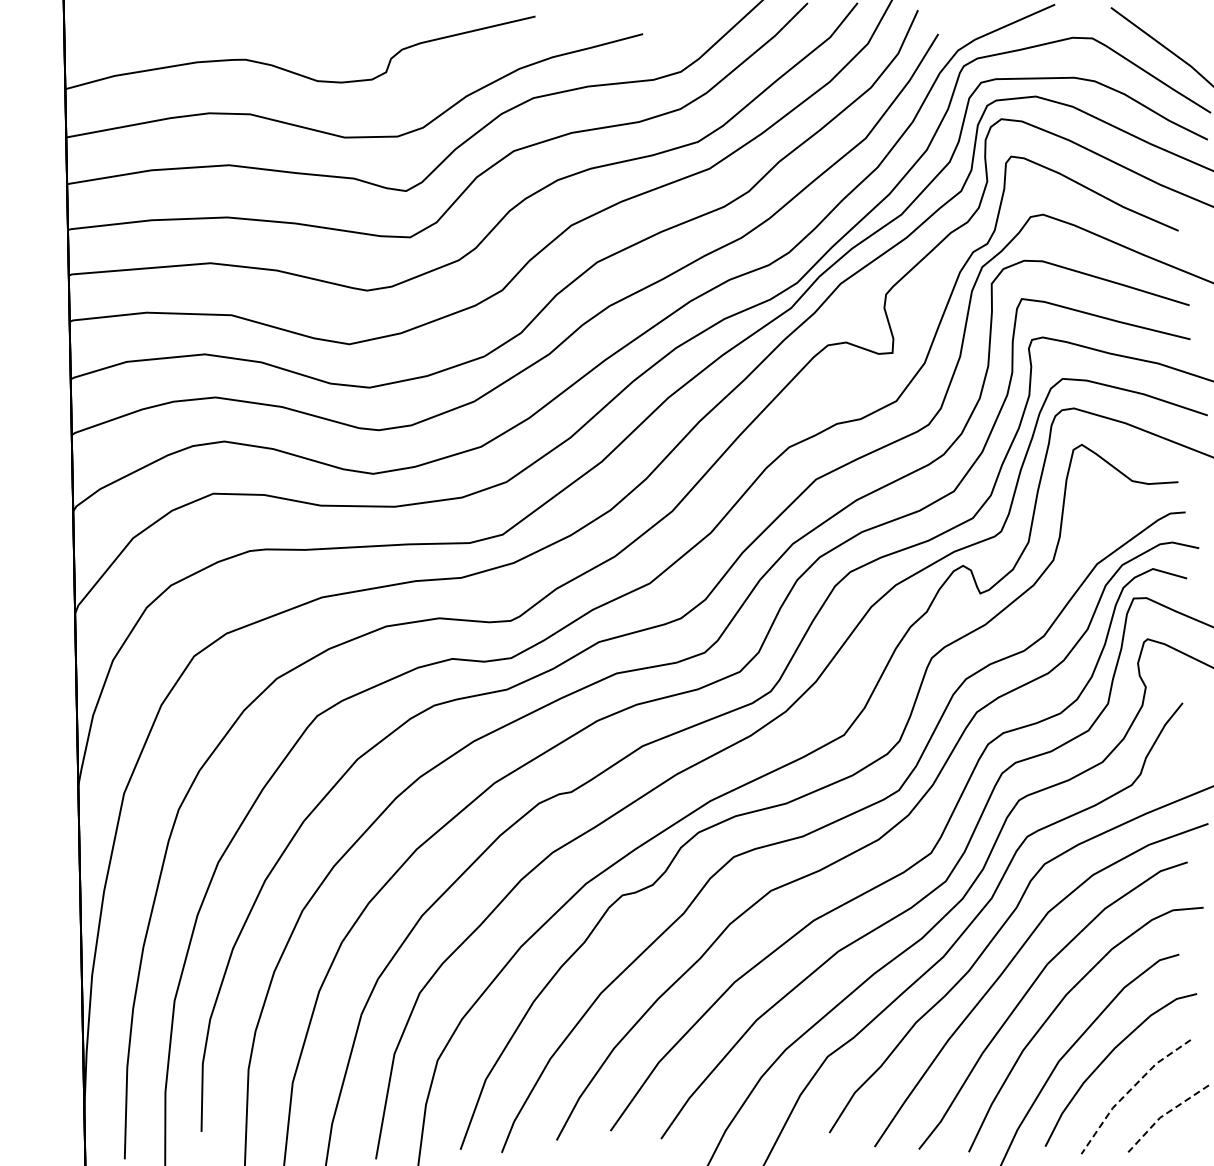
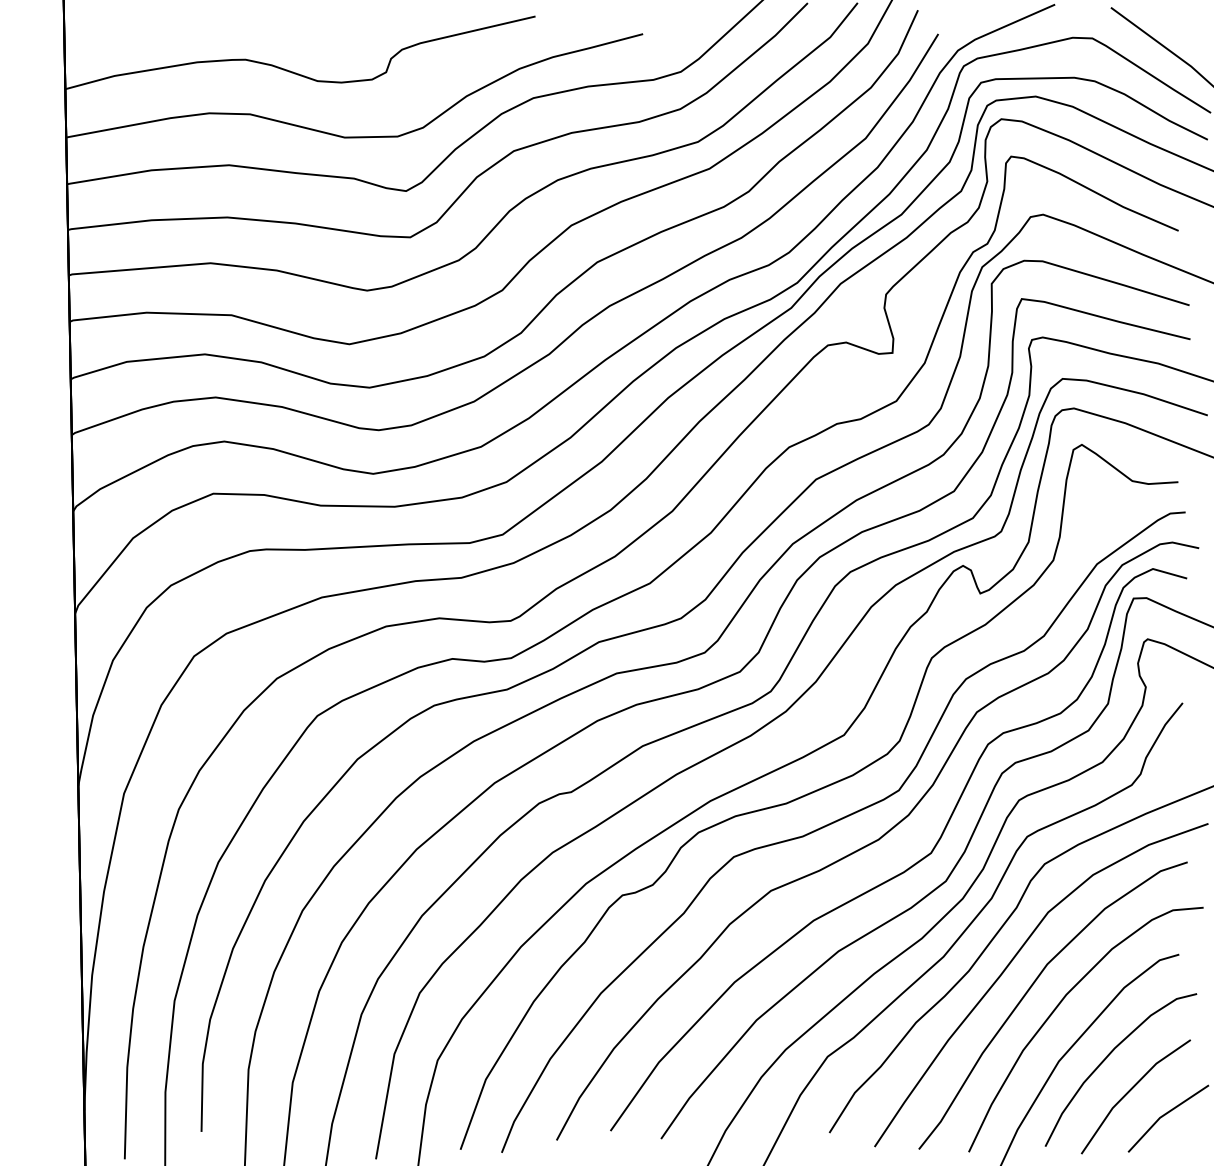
line at (1129, 1091): dashed -> solid
line at (1164, 1115): dashed -> solid
